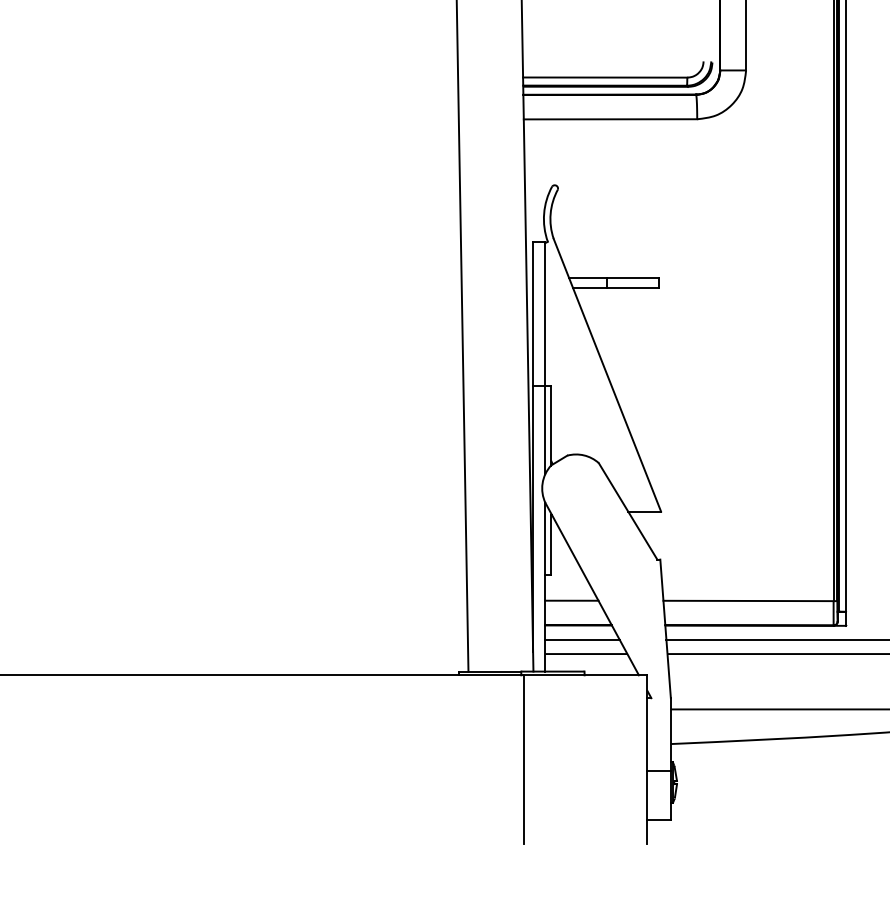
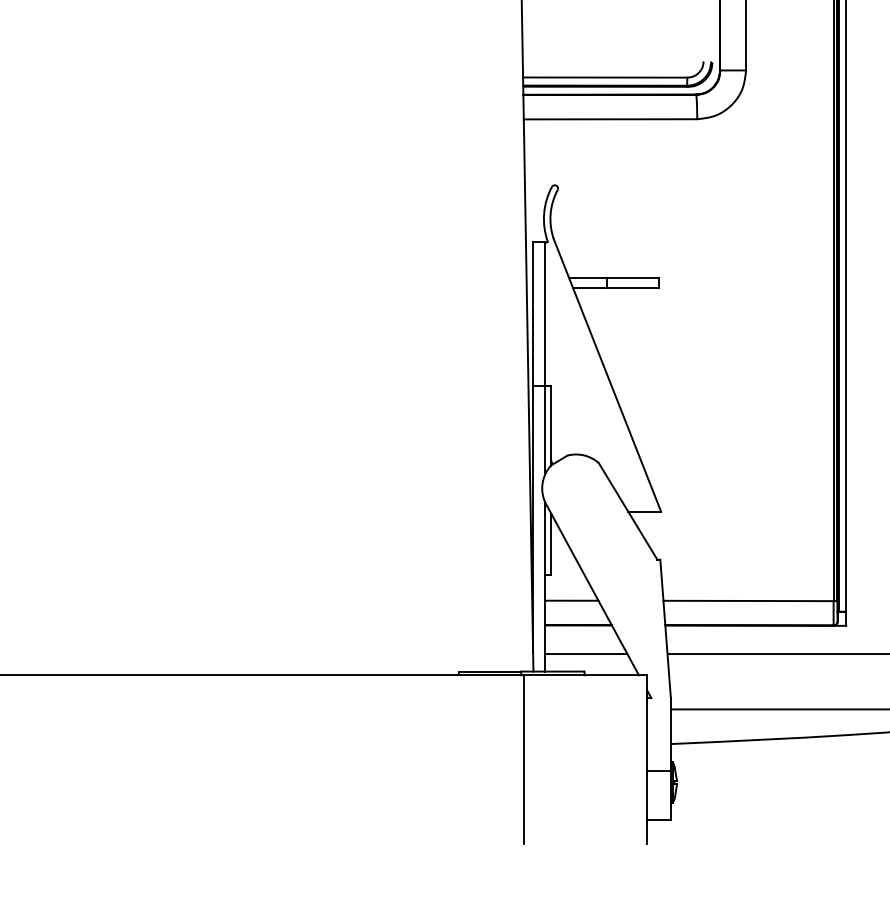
line at (462, 336): present -> none
line at (582, 640): present -> none
line at (776, 640): present -> none
